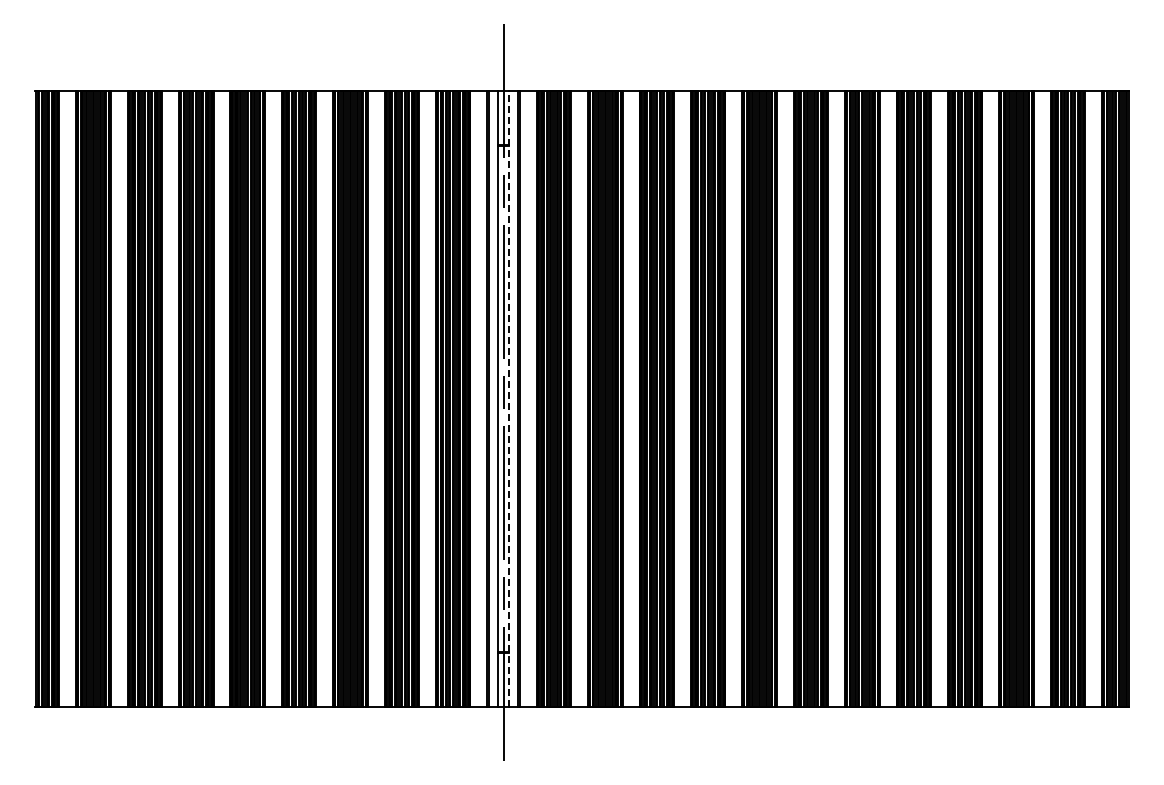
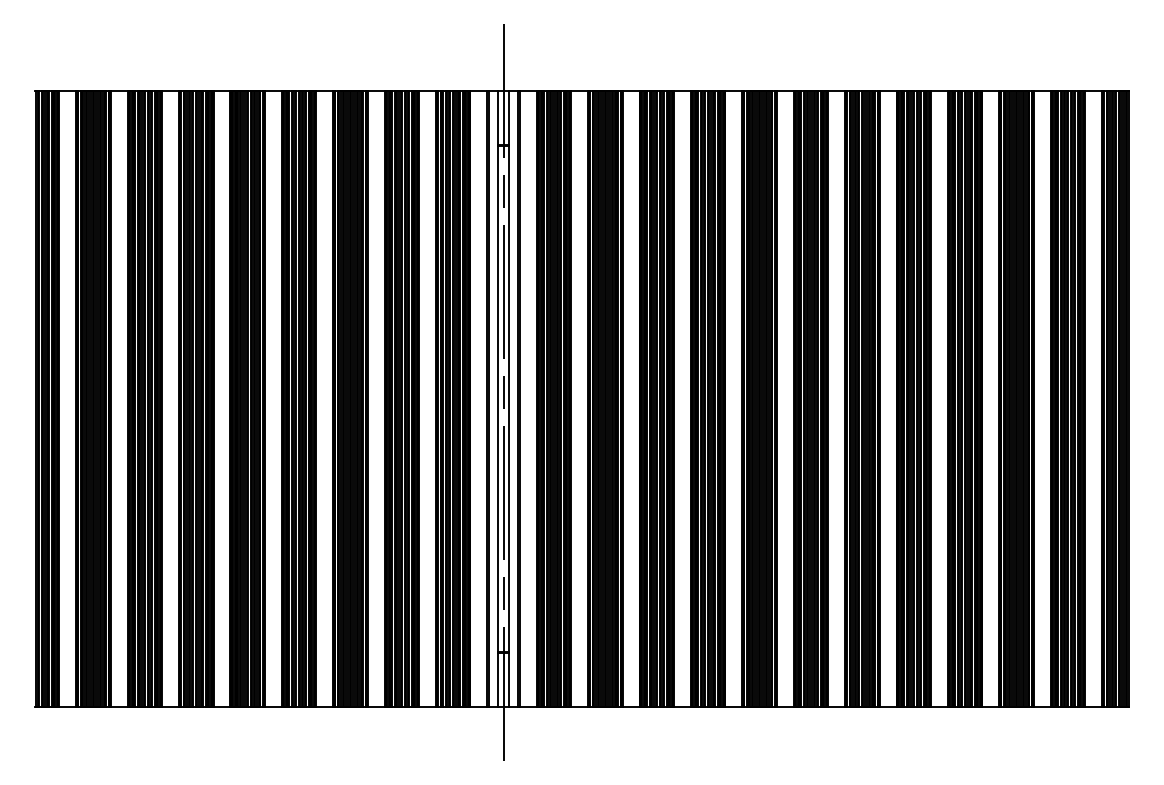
line at (509, 398): dashed -> solid
